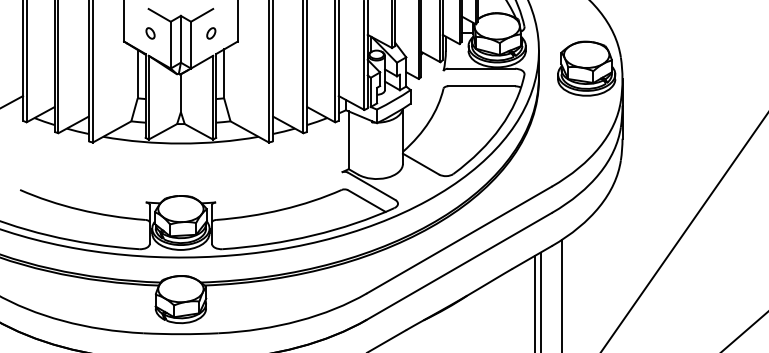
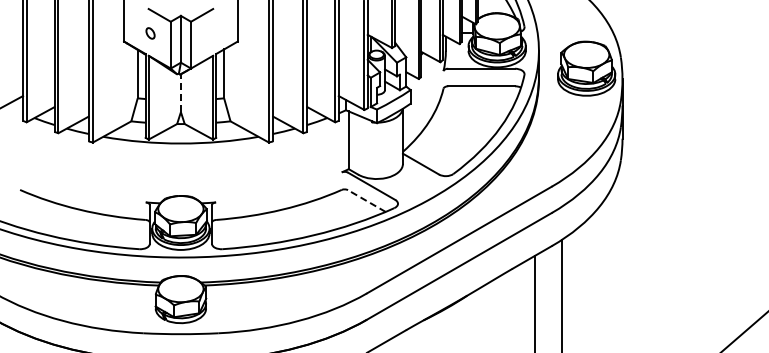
part at (211, 33): present -> none
line at (180, 93): solid -> dashed
line at (366, 201): solid -> dashed
line at (684, 232): present -> none
line at (540, 300): present -> none
